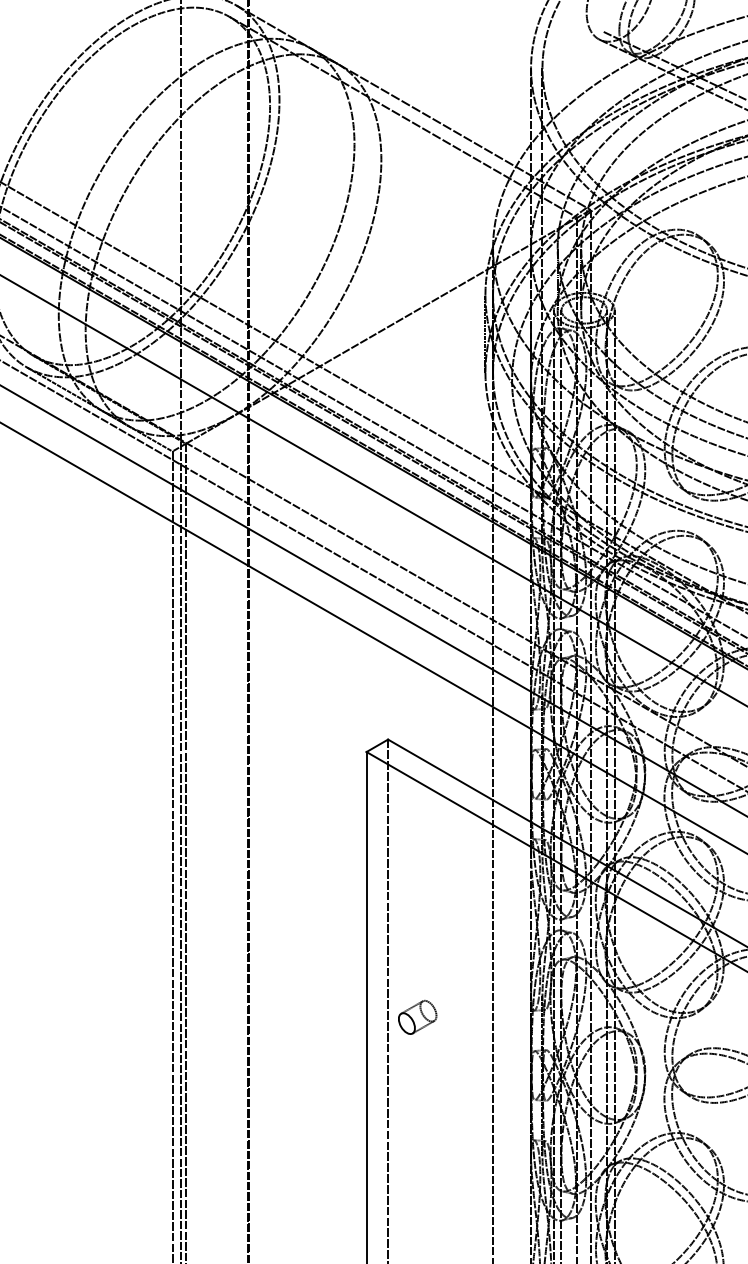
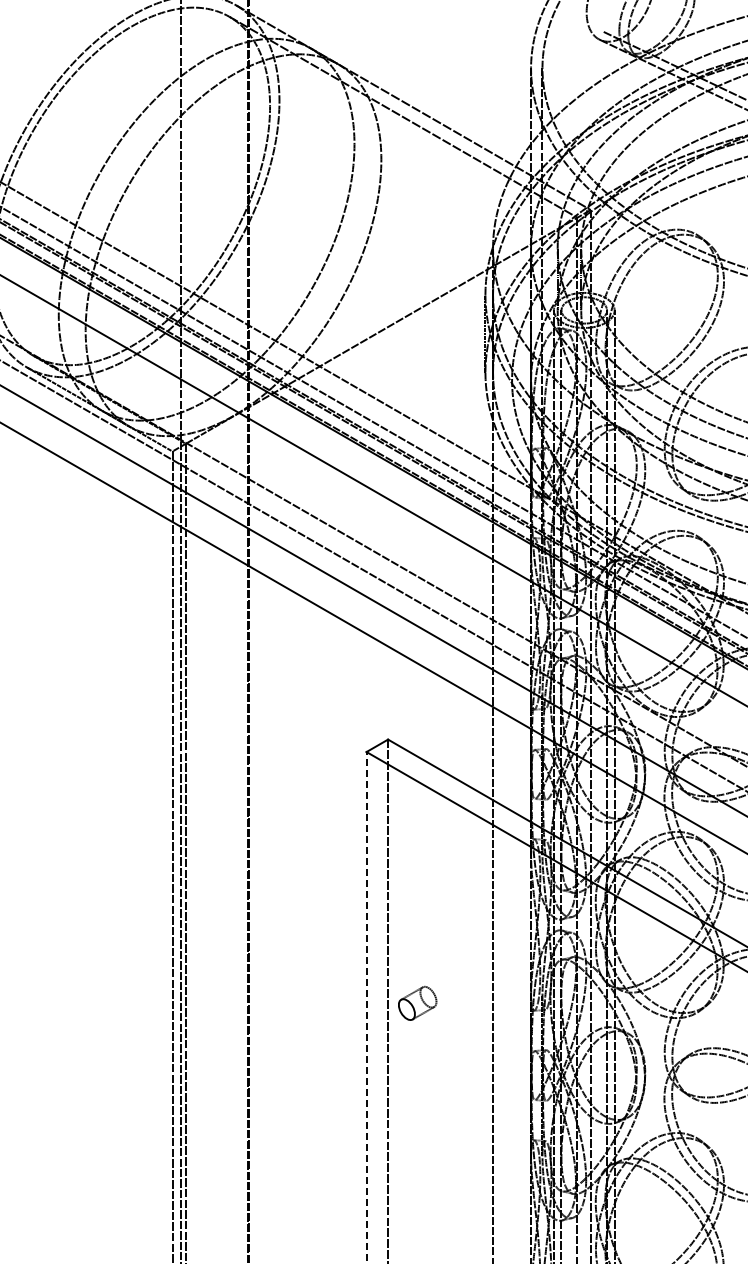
line at (366, 1007): solid -> dashed
part at (417, 1016) position: (417, 1016) -> (417, 1002)
